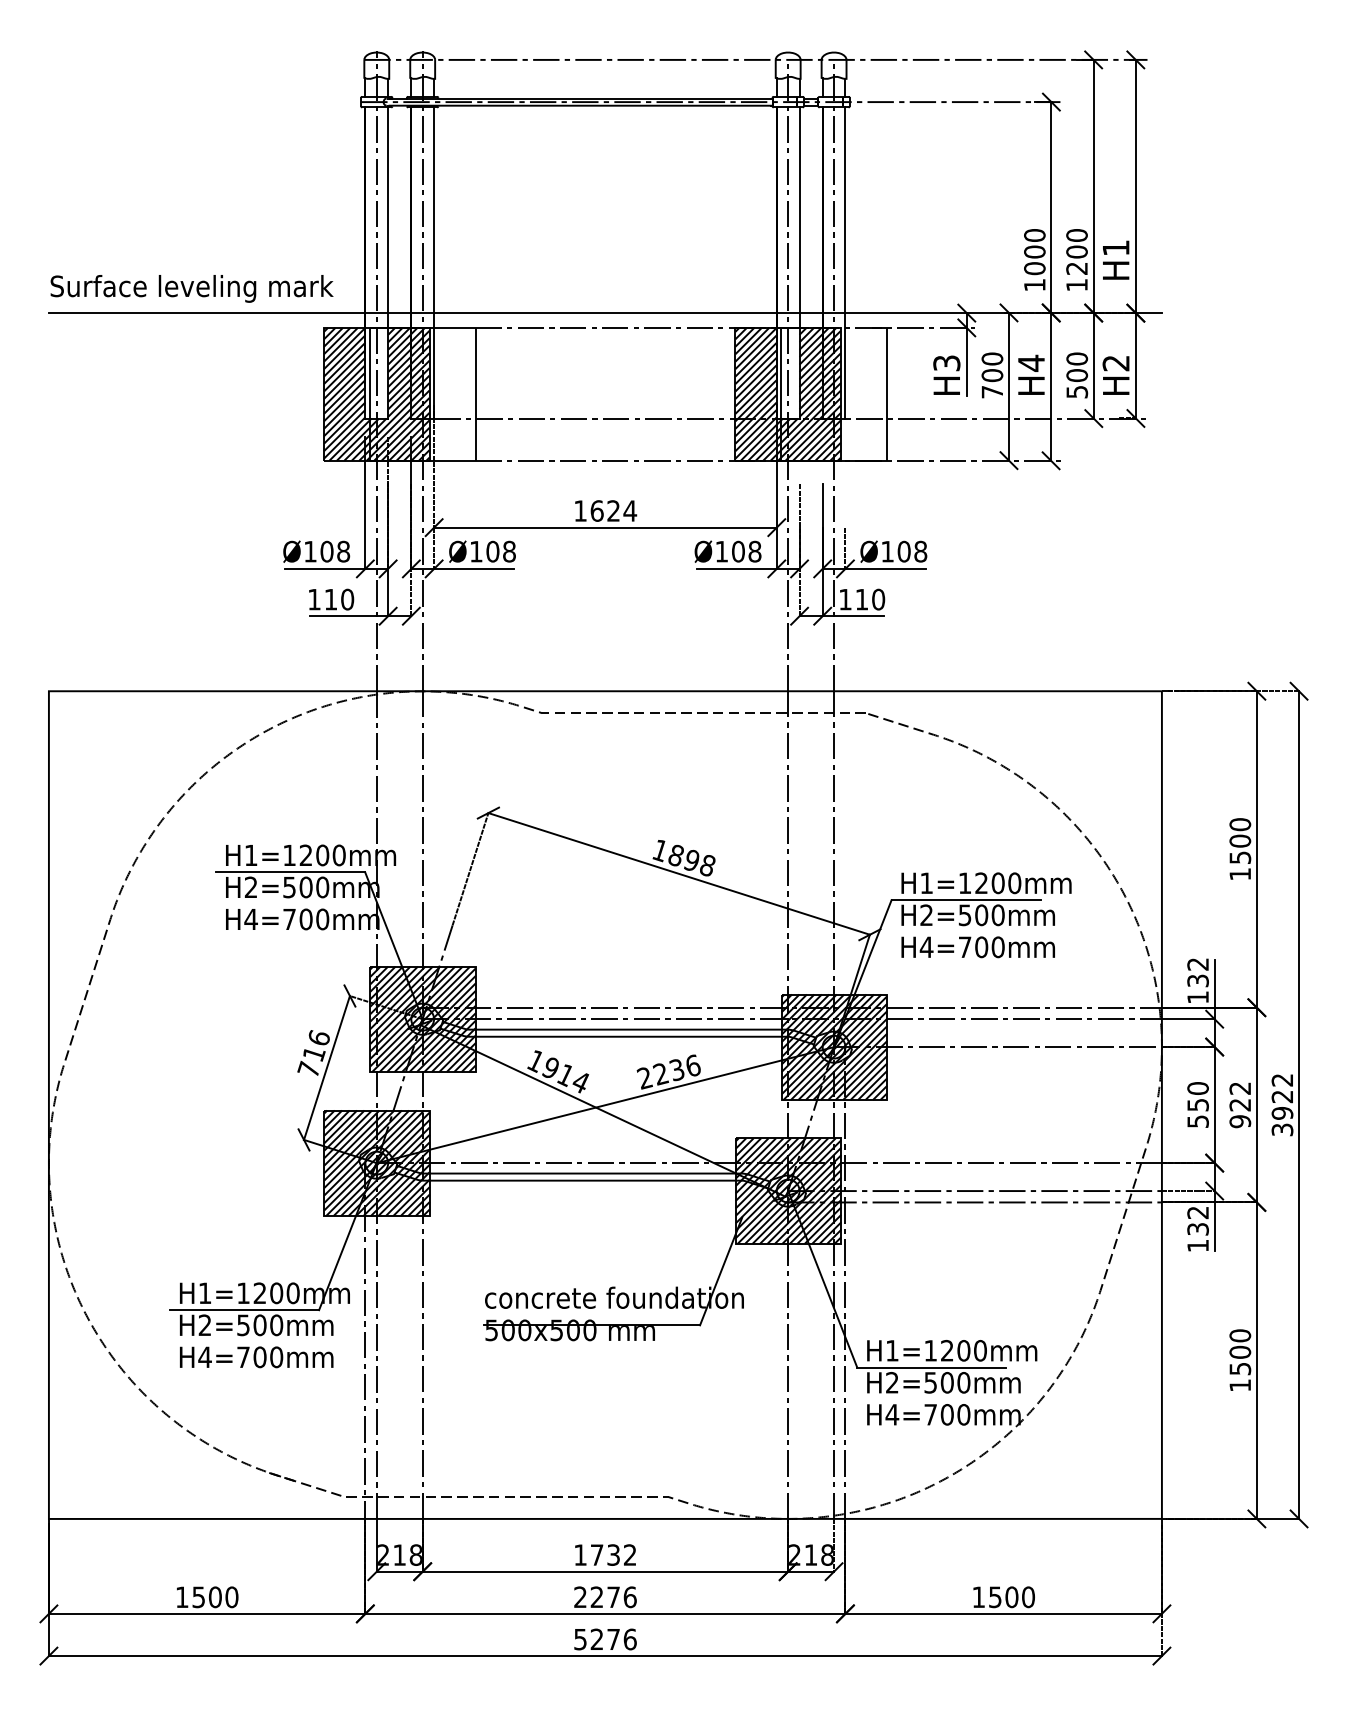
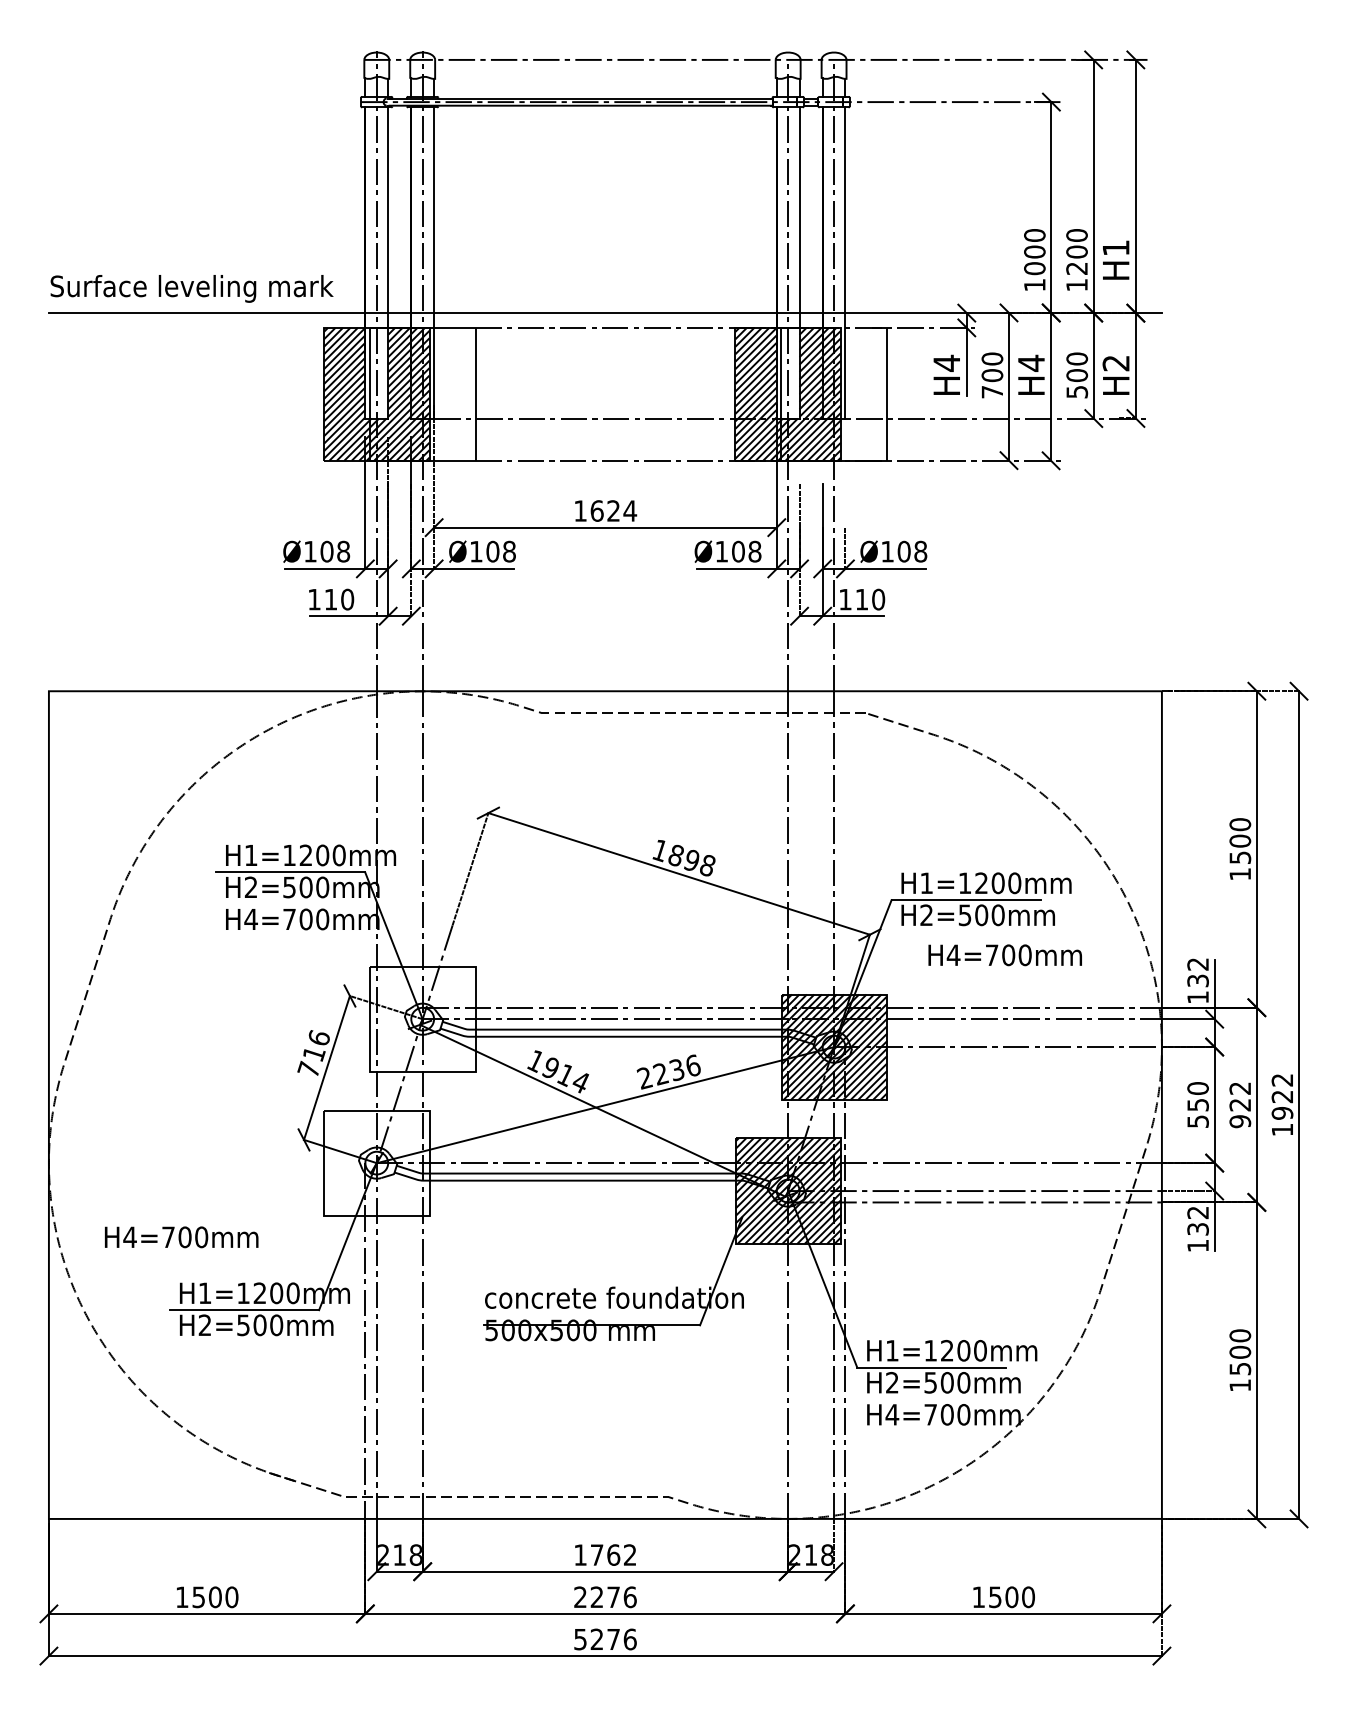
text at (946, 362): H3 -> H4
text at (977, 947) position: (977, 947) -> (1004, 955)
hatch at (422, 1019): present -> none
text at (1282, 1129): 3922 -> 1922
hatch at (376, 1162): present -> none
text at (256, 1357) position: (256, 1357) -> (181, 1237)
text at (613, 1554): 1732 -> 1762
